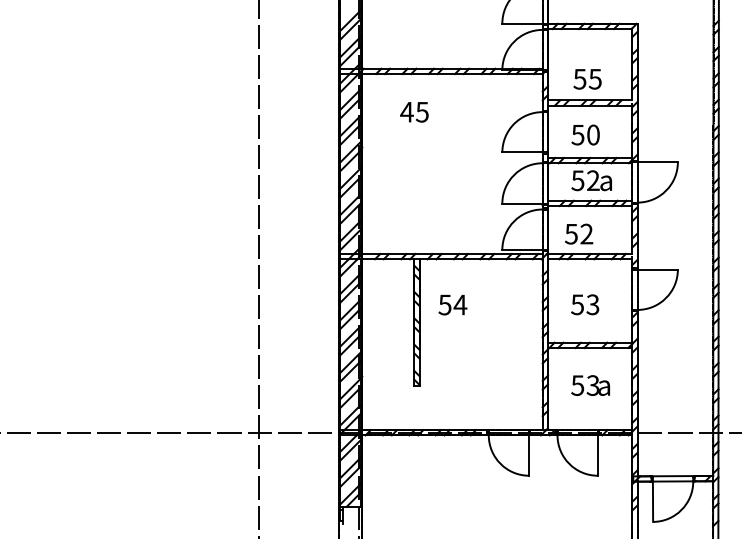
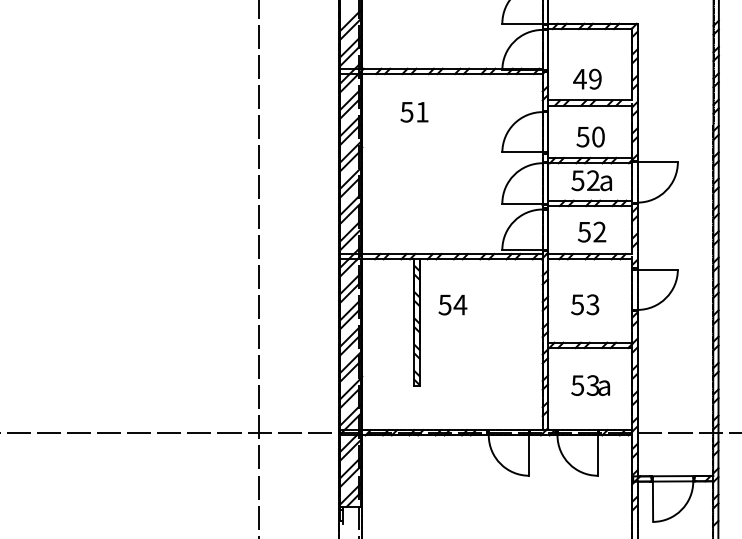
text at (587, 78): 55 -> 49
text at (414, 112): 45 -> 51
text at (585, 134) position: (585, 134) -> (590, 136)
text at (579, 233) position: (579, 233) -> (592, 231)
